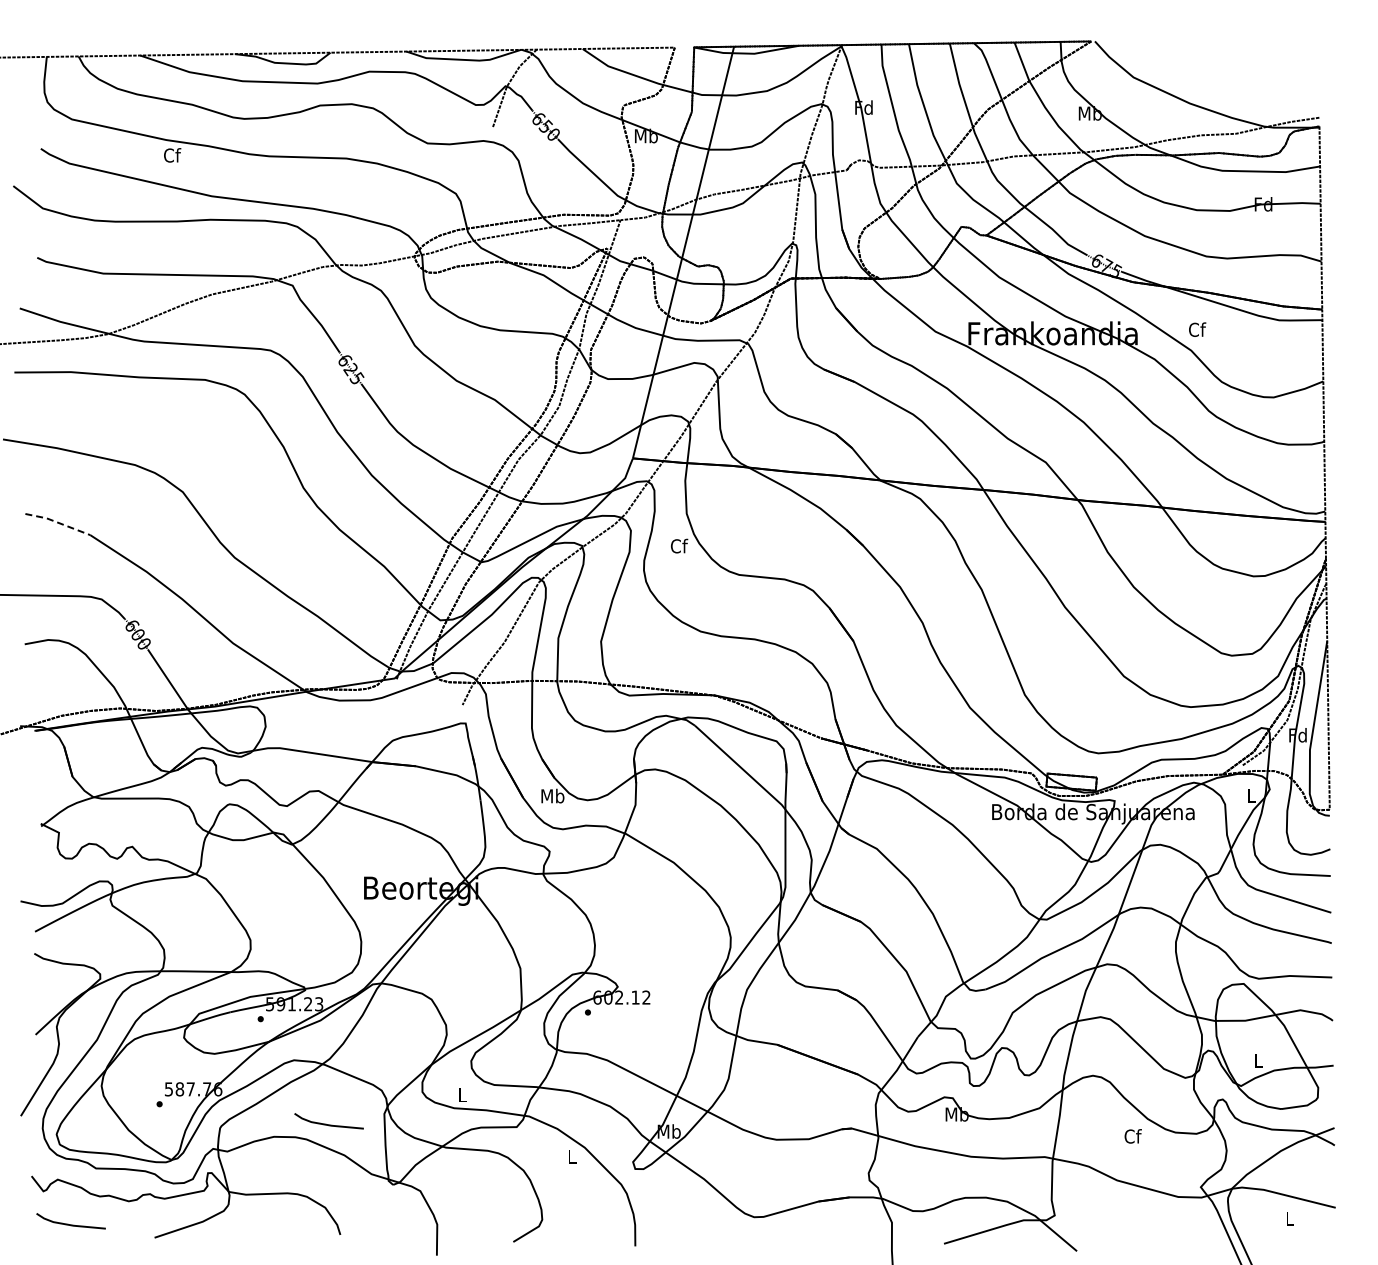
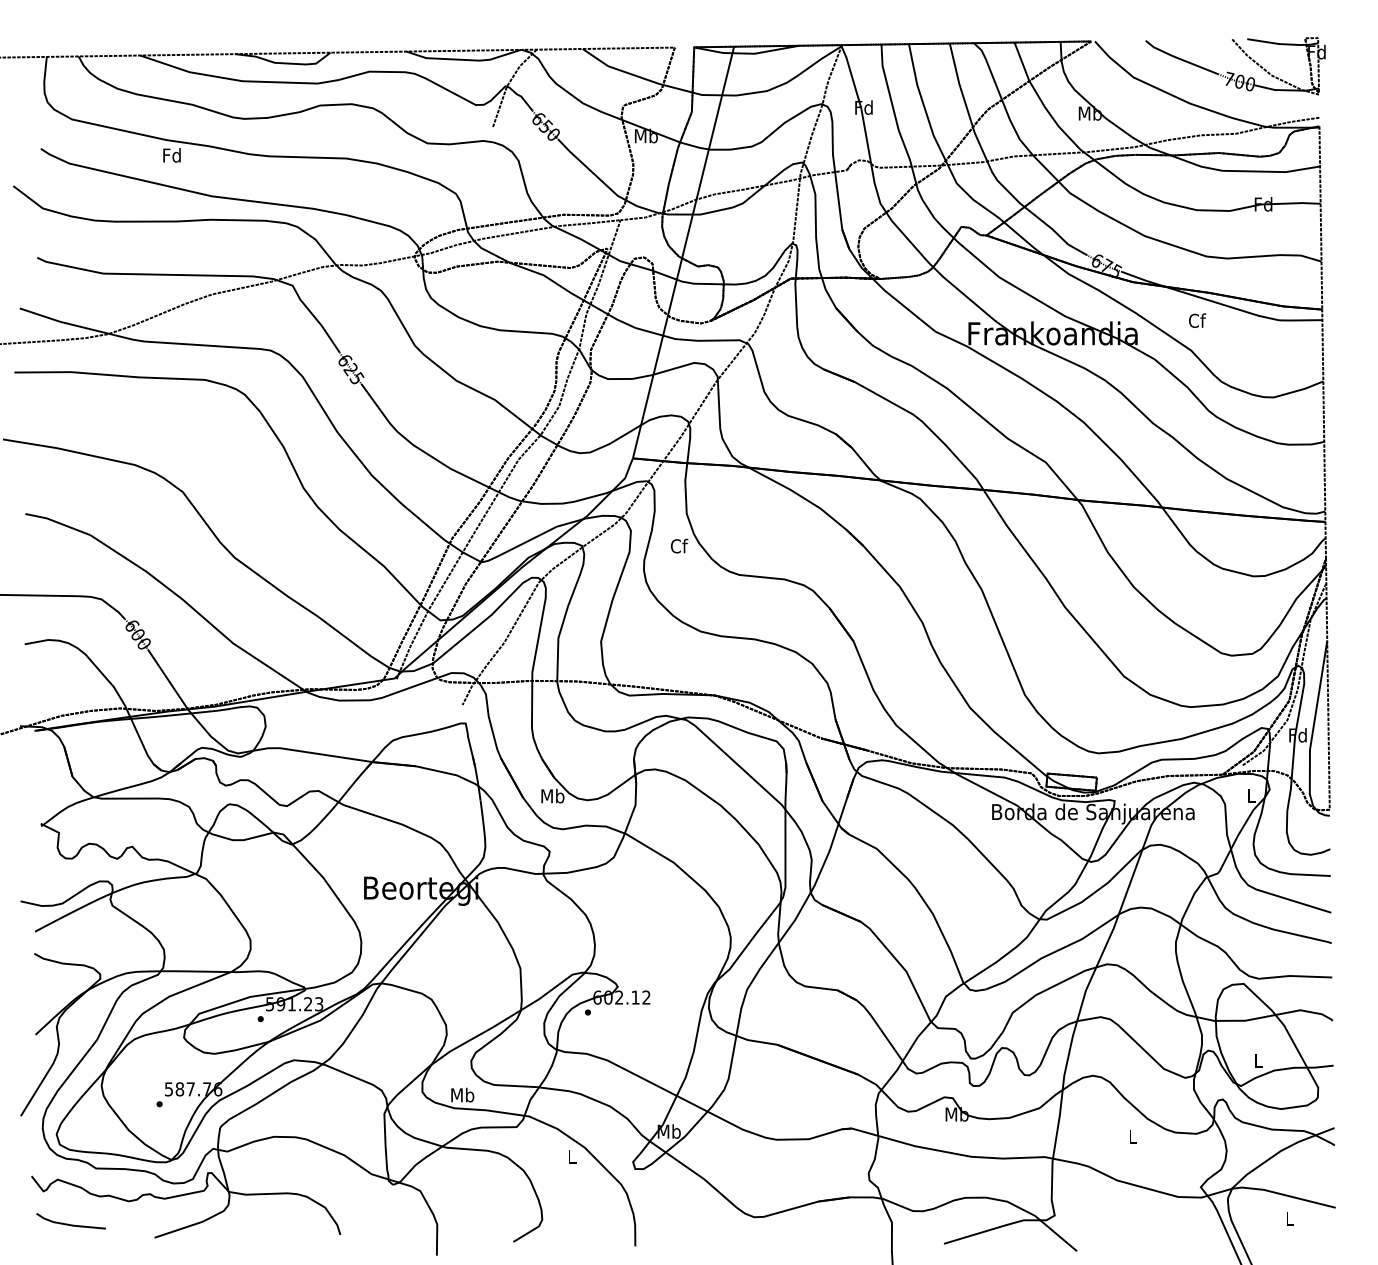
part at (1234, 73): none -> present
text at (172, 155): Cf -> Fd
text at (1197, 329) position: (1197, 329) -> (1197, 320)
line at (57, 522): dashed -> solid
text at (462, 1094): L -> Mb
line at (326, 1123): present -> none
text at (1132, 1136): Cf -> L
